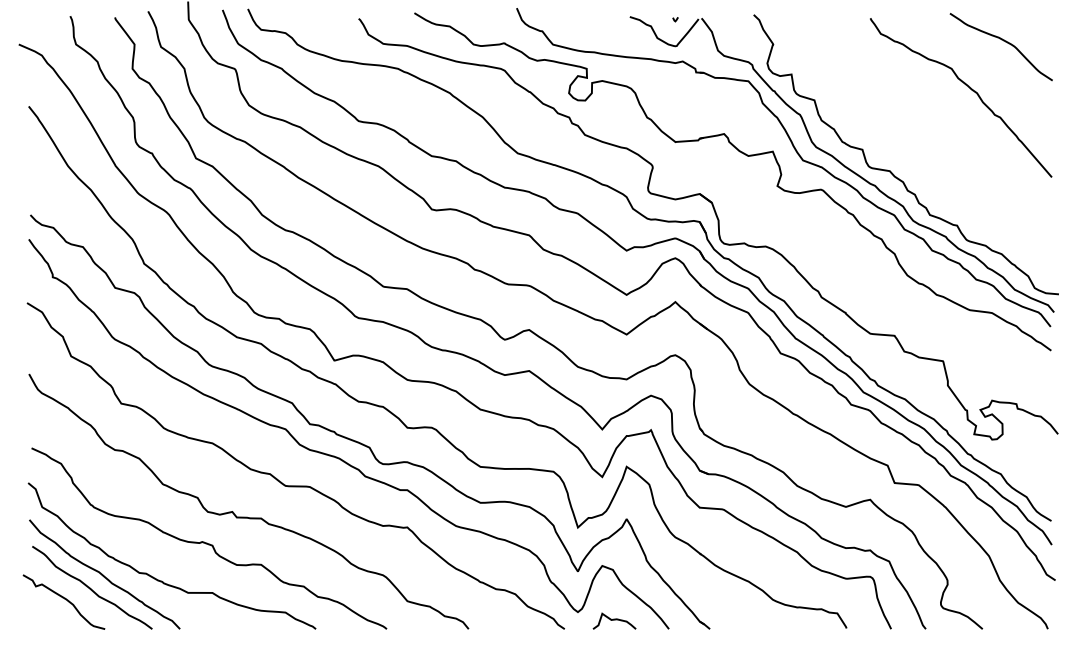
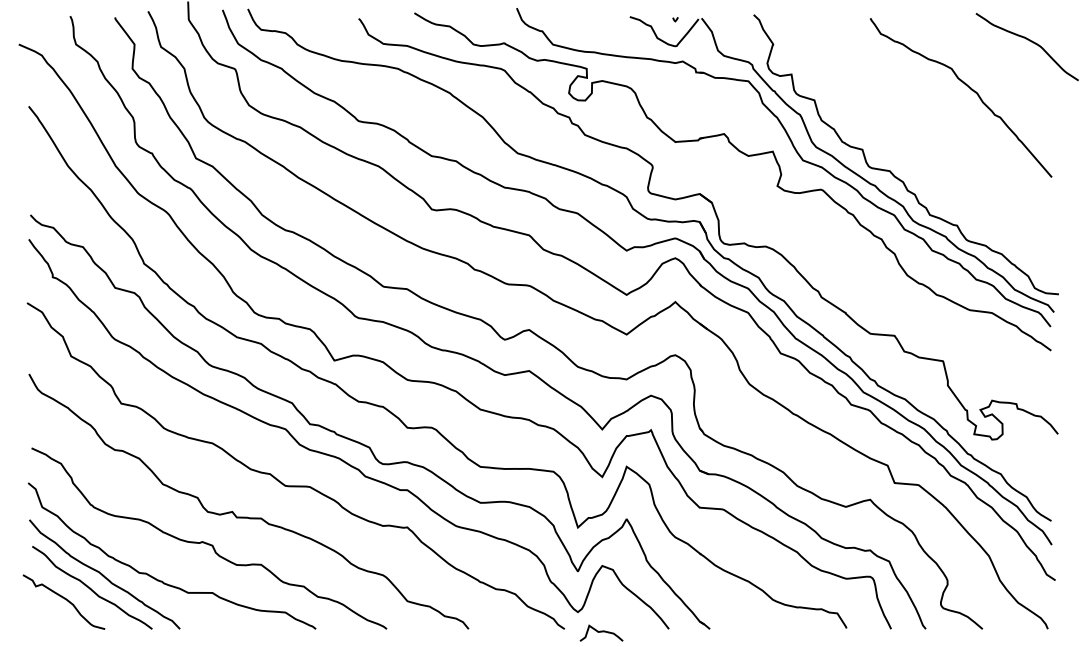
curve at (1003, 41) position: (1003, 41) -> (1029, 41)
curve at (614, 620) position: (614, 620) -> (601, 632)
